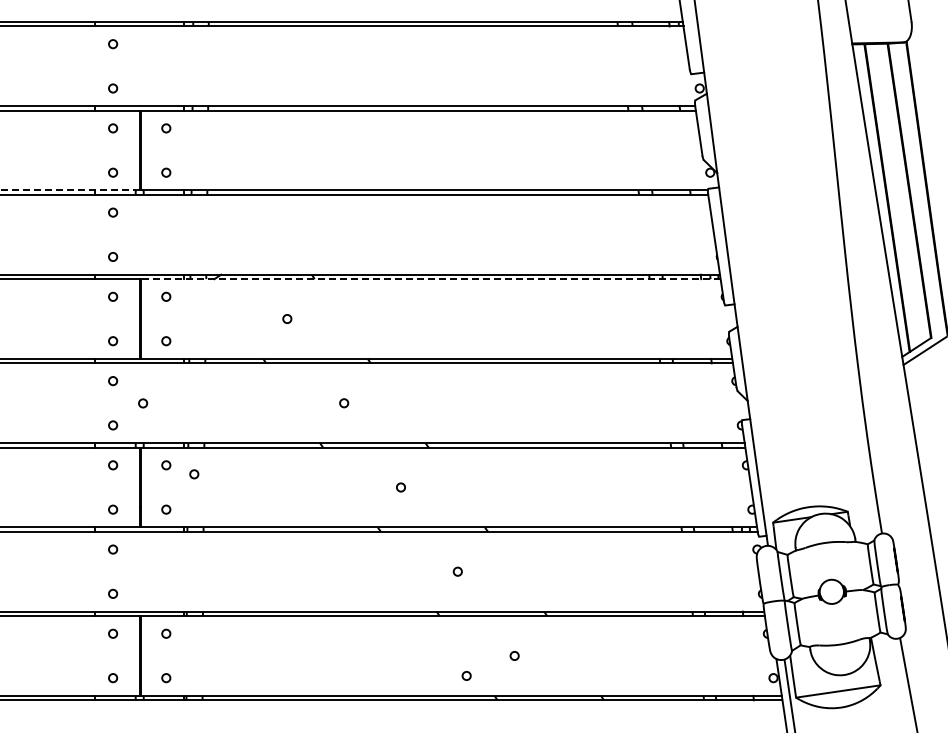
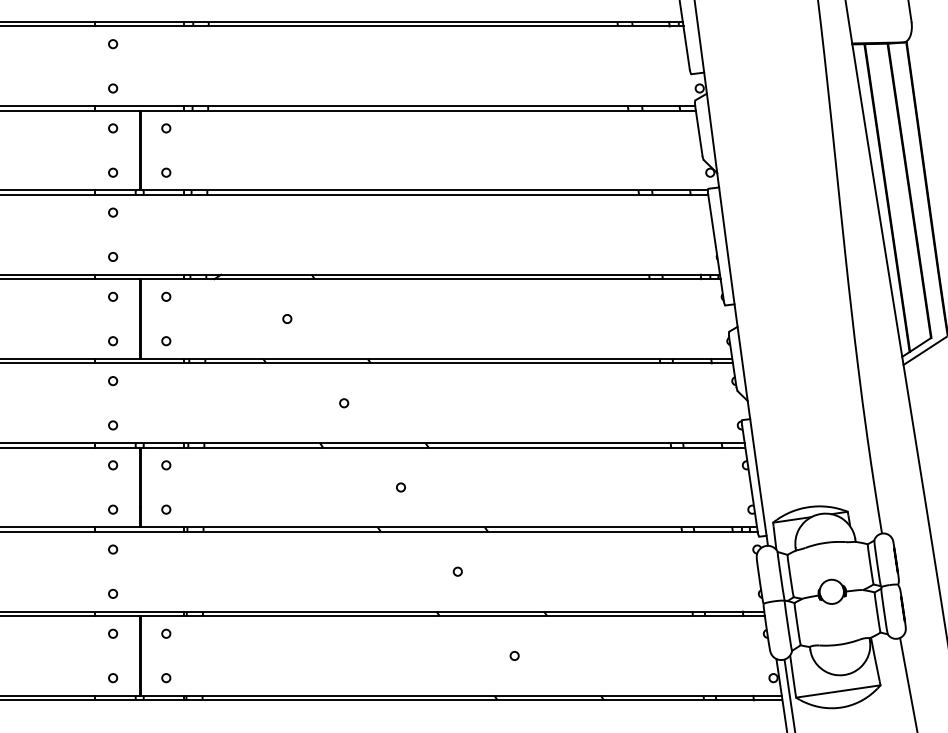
line at (69, 190): dashed -> solid
line at (430, 279): dashed -> solid
circle at (143, 403): present -> none
circle at (194, 474): present -> none
circle at (466, 675): present -> none
